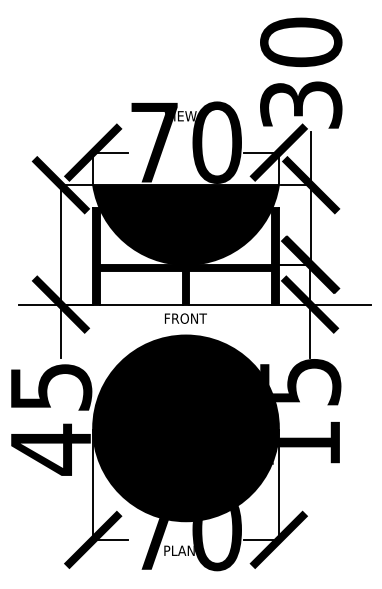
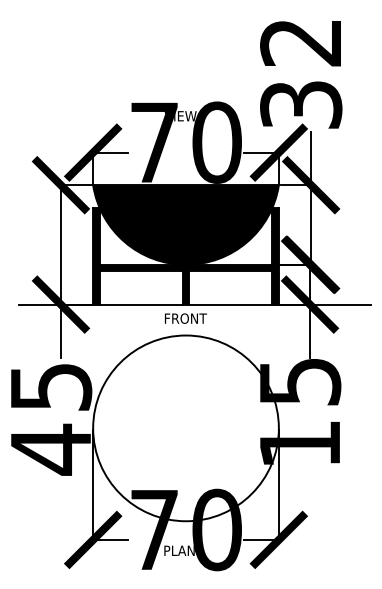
text at (301, 42): 30 -> 32
fill at (185, 428): present -> none
